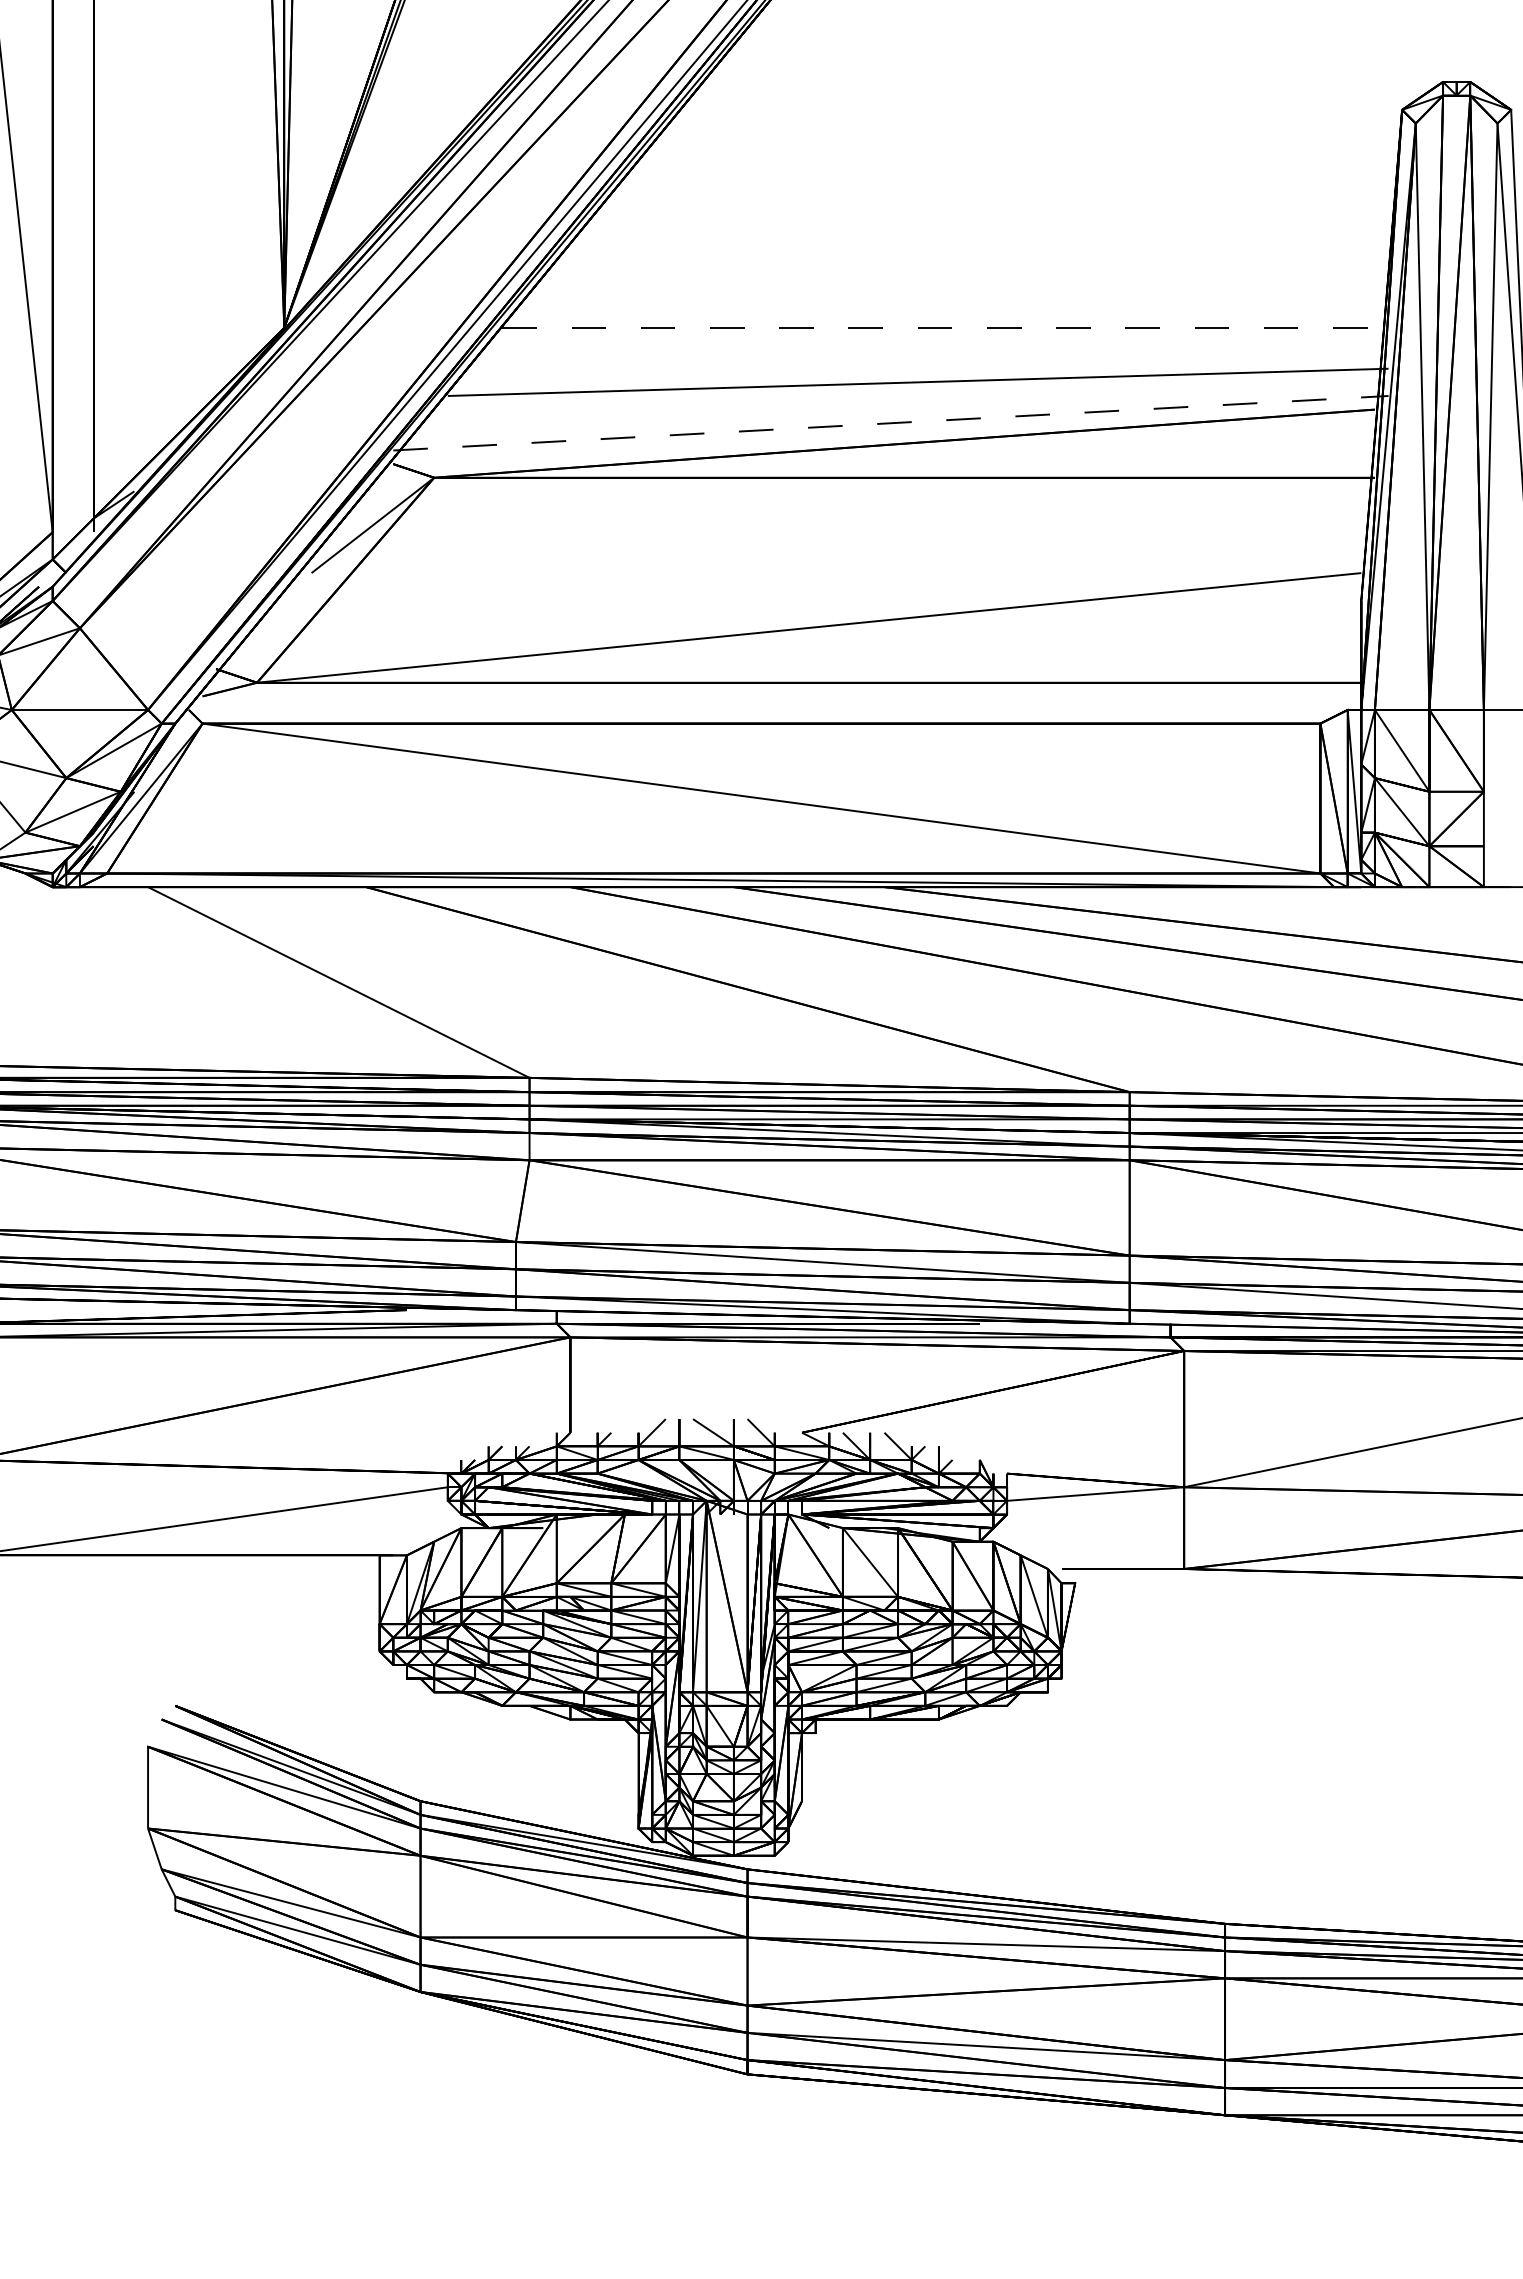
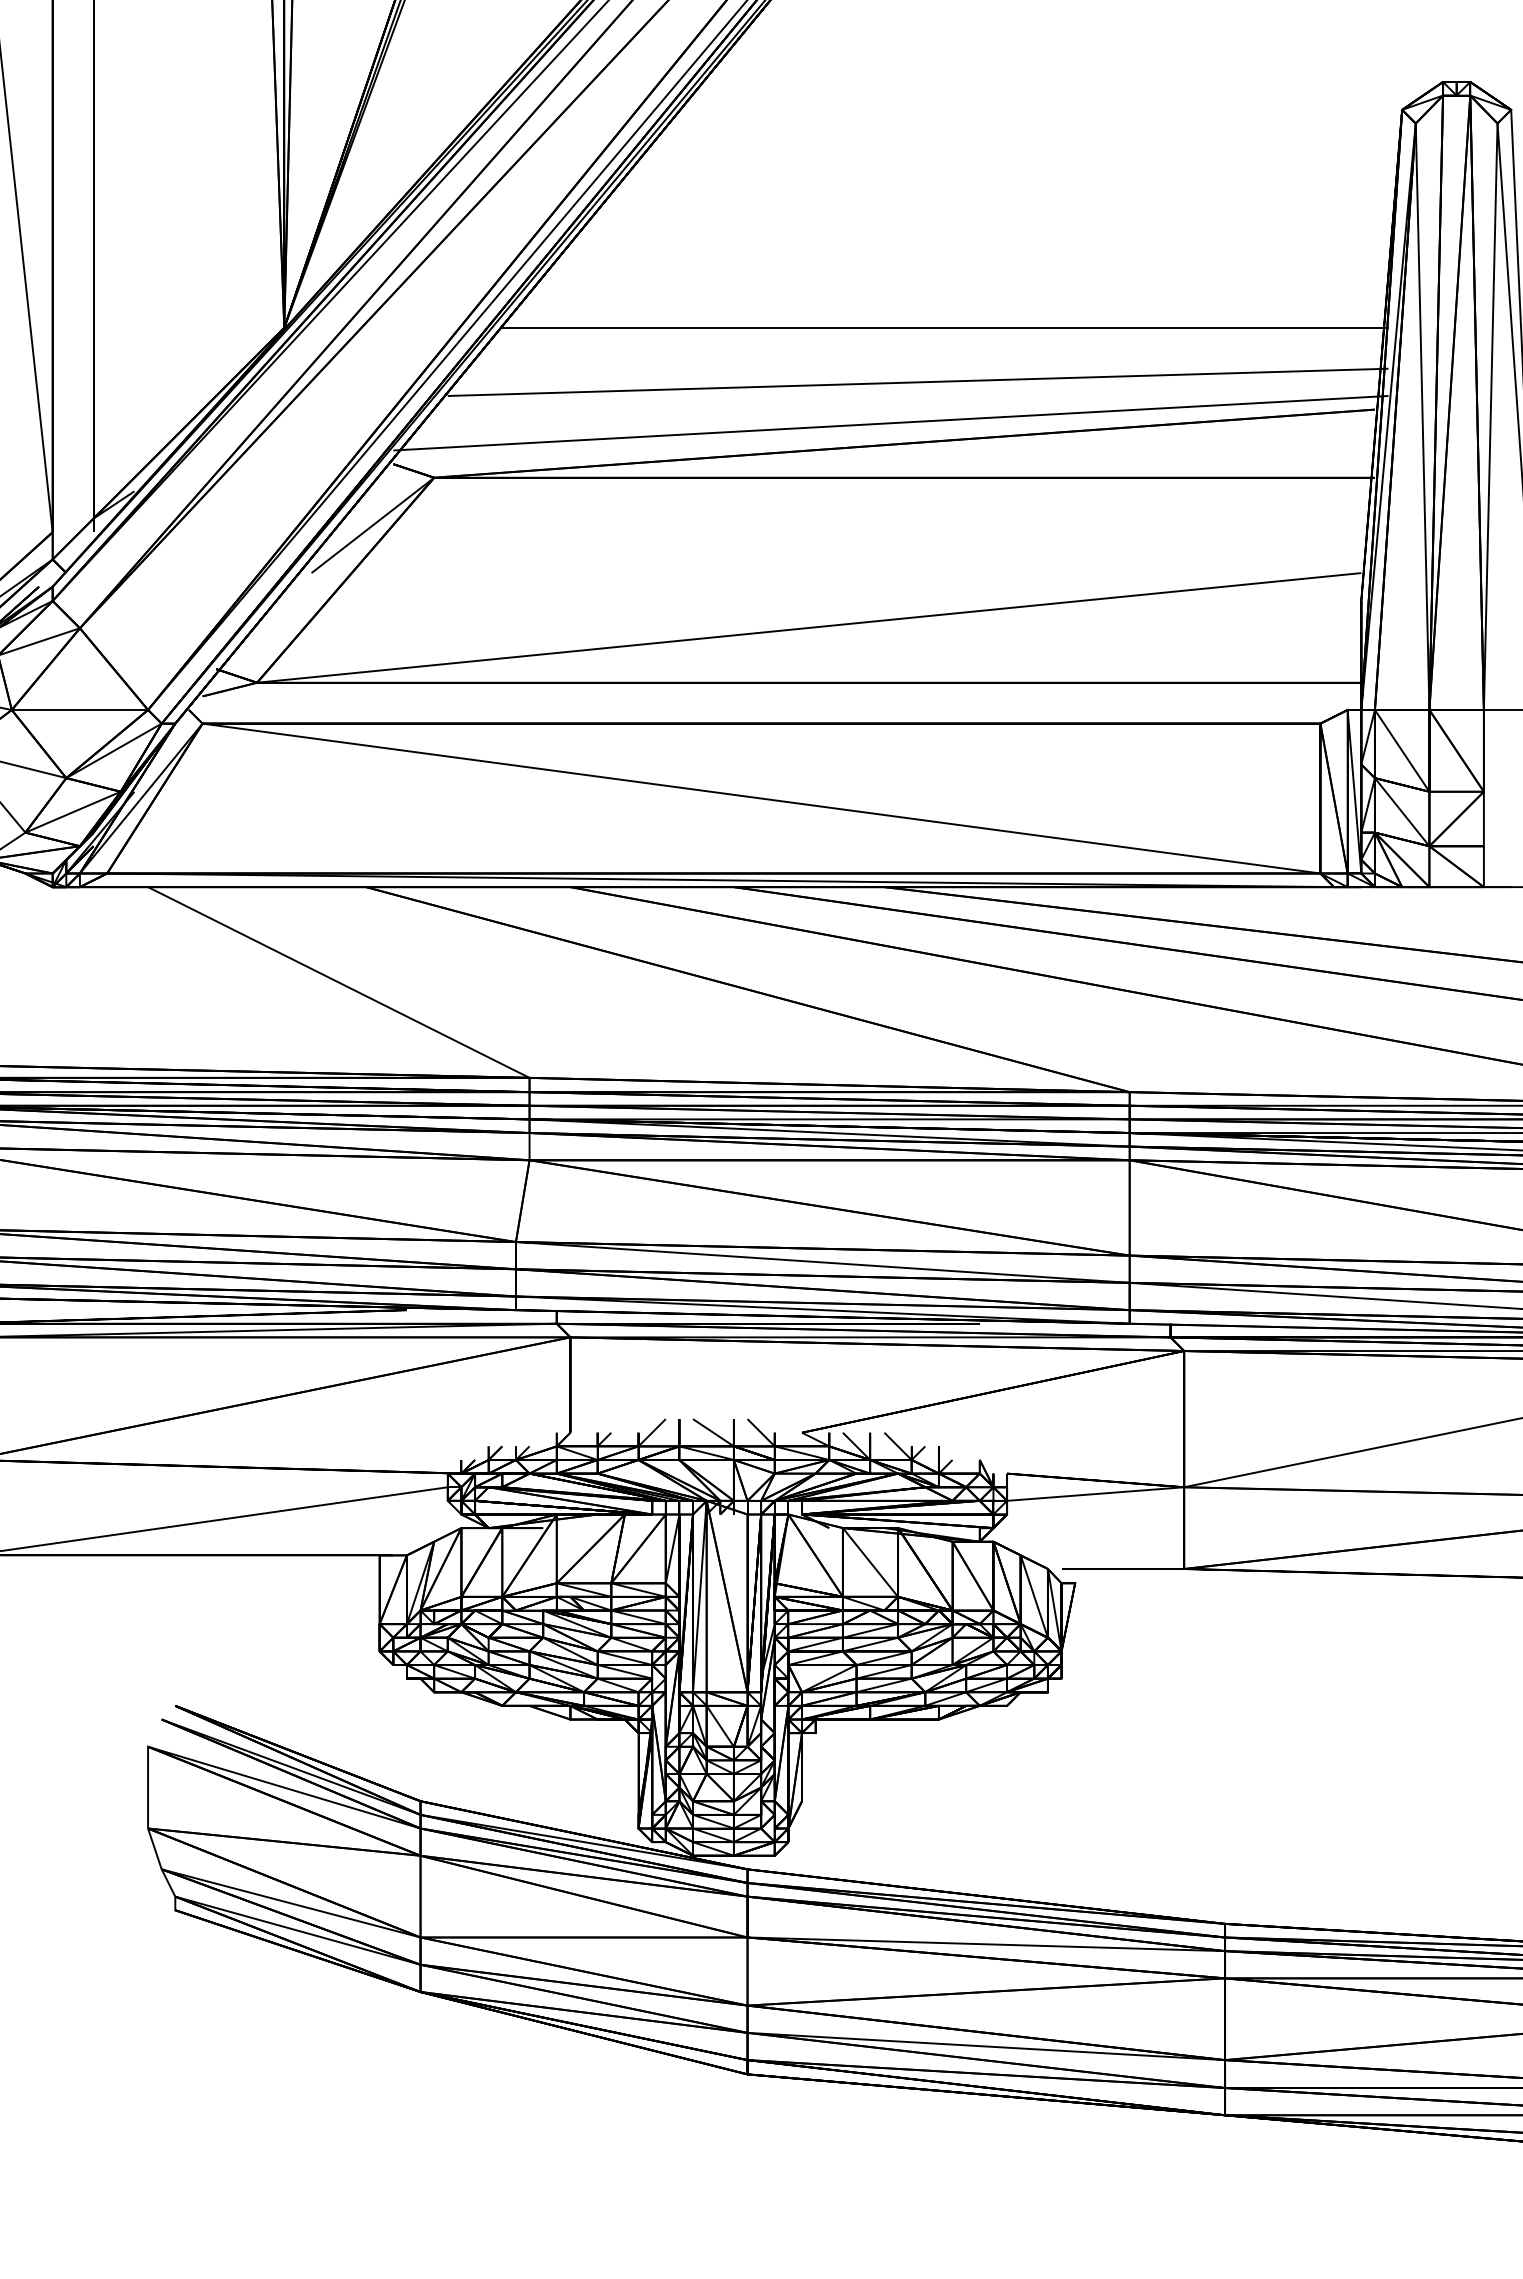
line at (945, 327): dashed -> solid
line at (891, 423): dashed -> solid
